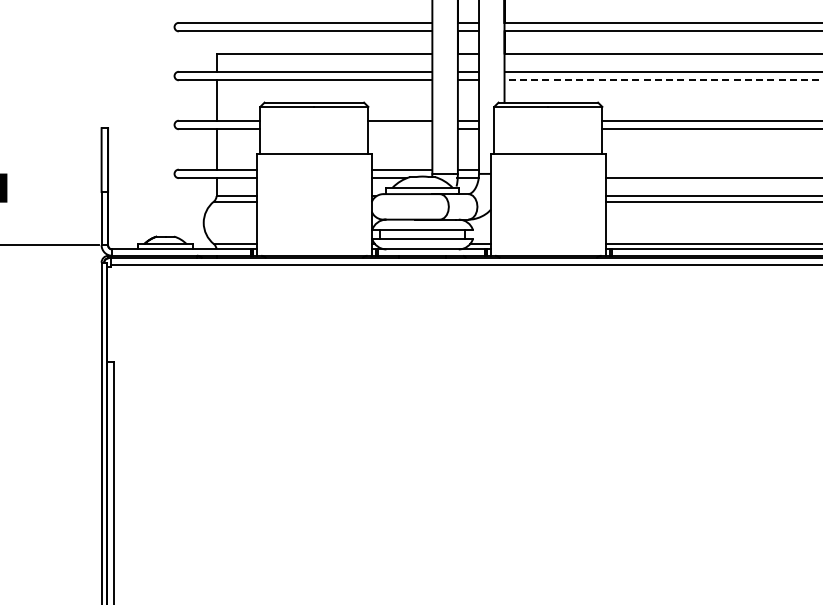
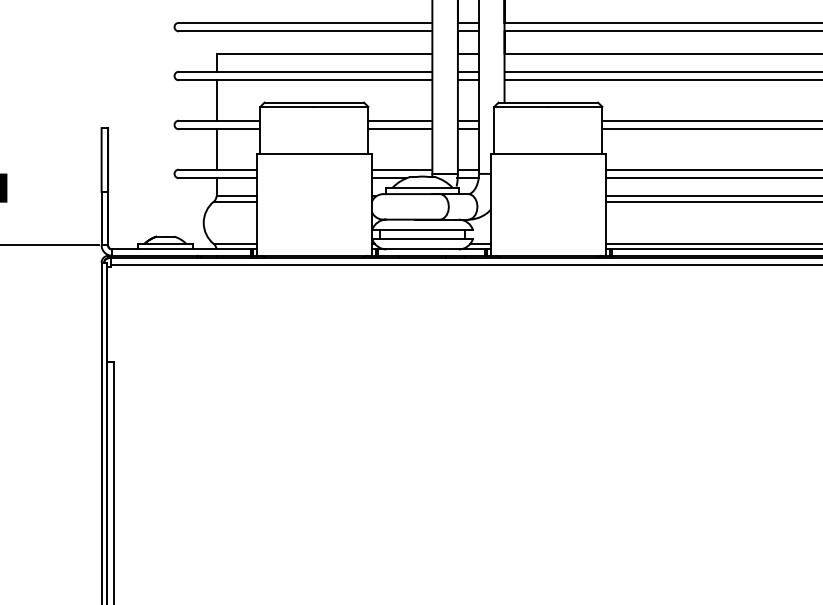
line at (663, 80): dashed -> solid
line at (400, 129): none -> present
line at (712, 169): none -> present
